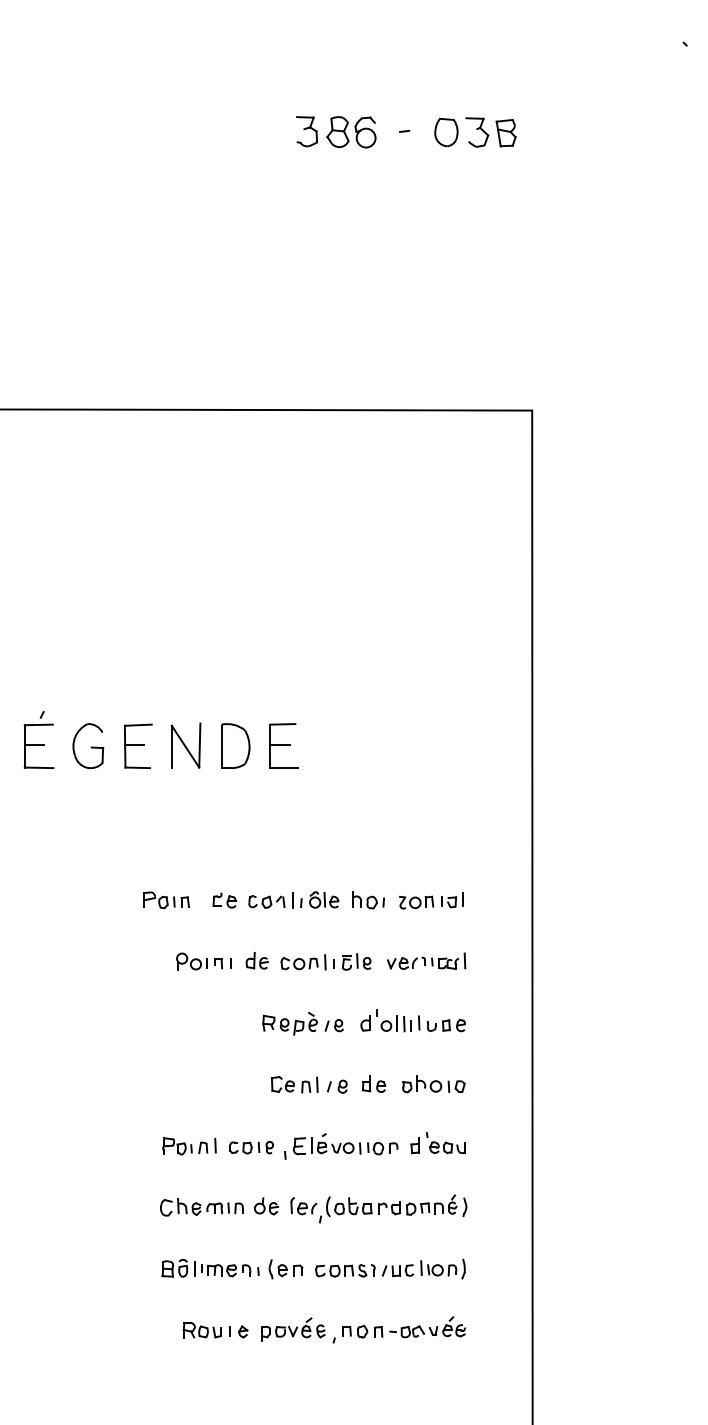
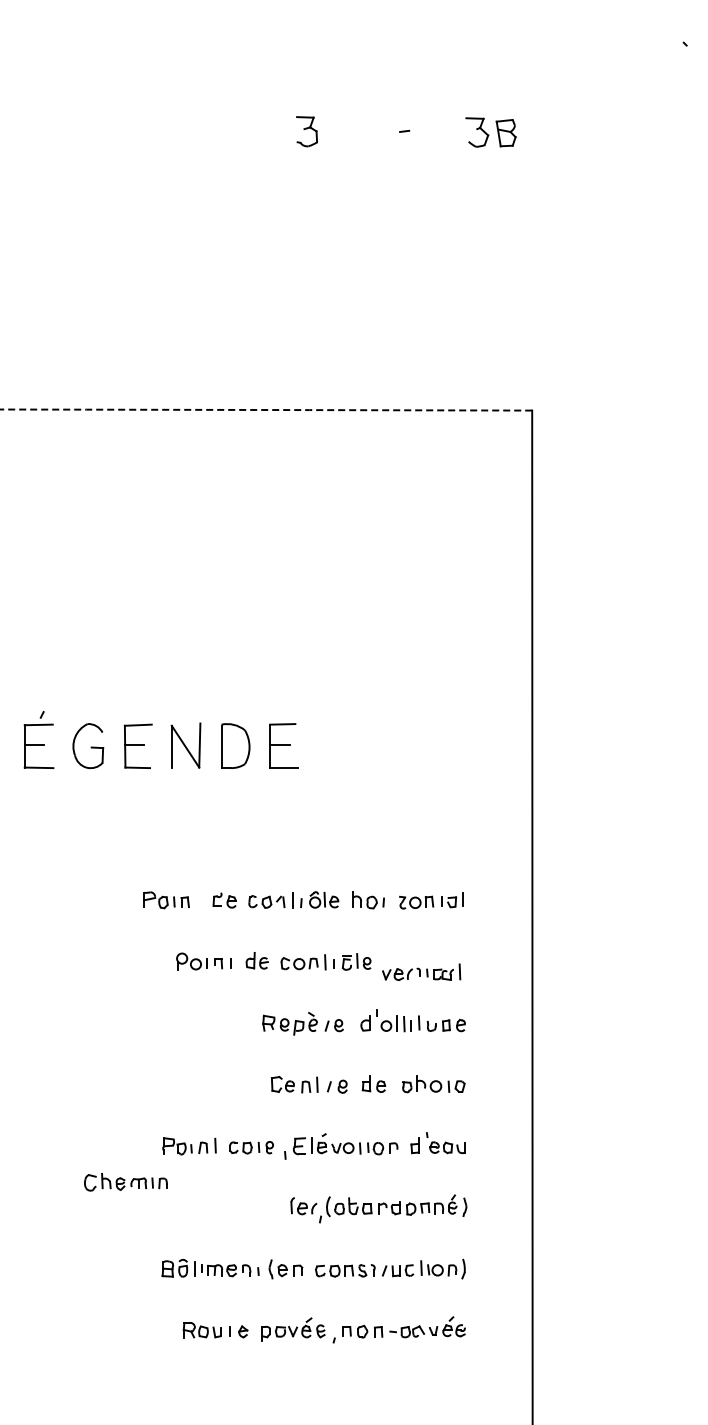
part at (351, 132): present -> none
part at (446, 132): present -> none
arc at (266, 410): solid -> dashed
part at (426, 960) position: (426, 960) -> (421, 971)
part at (266, 1206): present -> none
part at (201, 1207) position: (201, 1207) -> (125, 1182)
